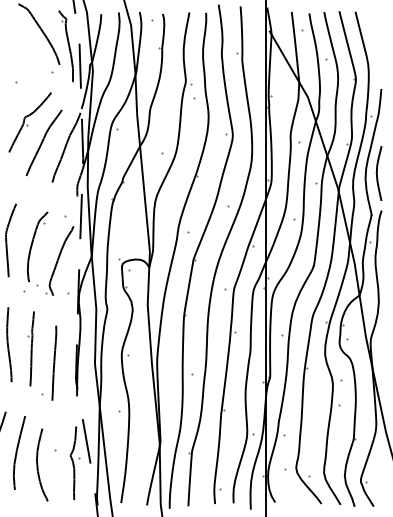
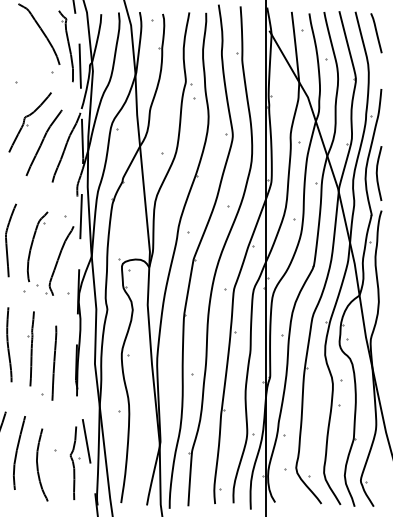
line at (376, 33): none -> present
